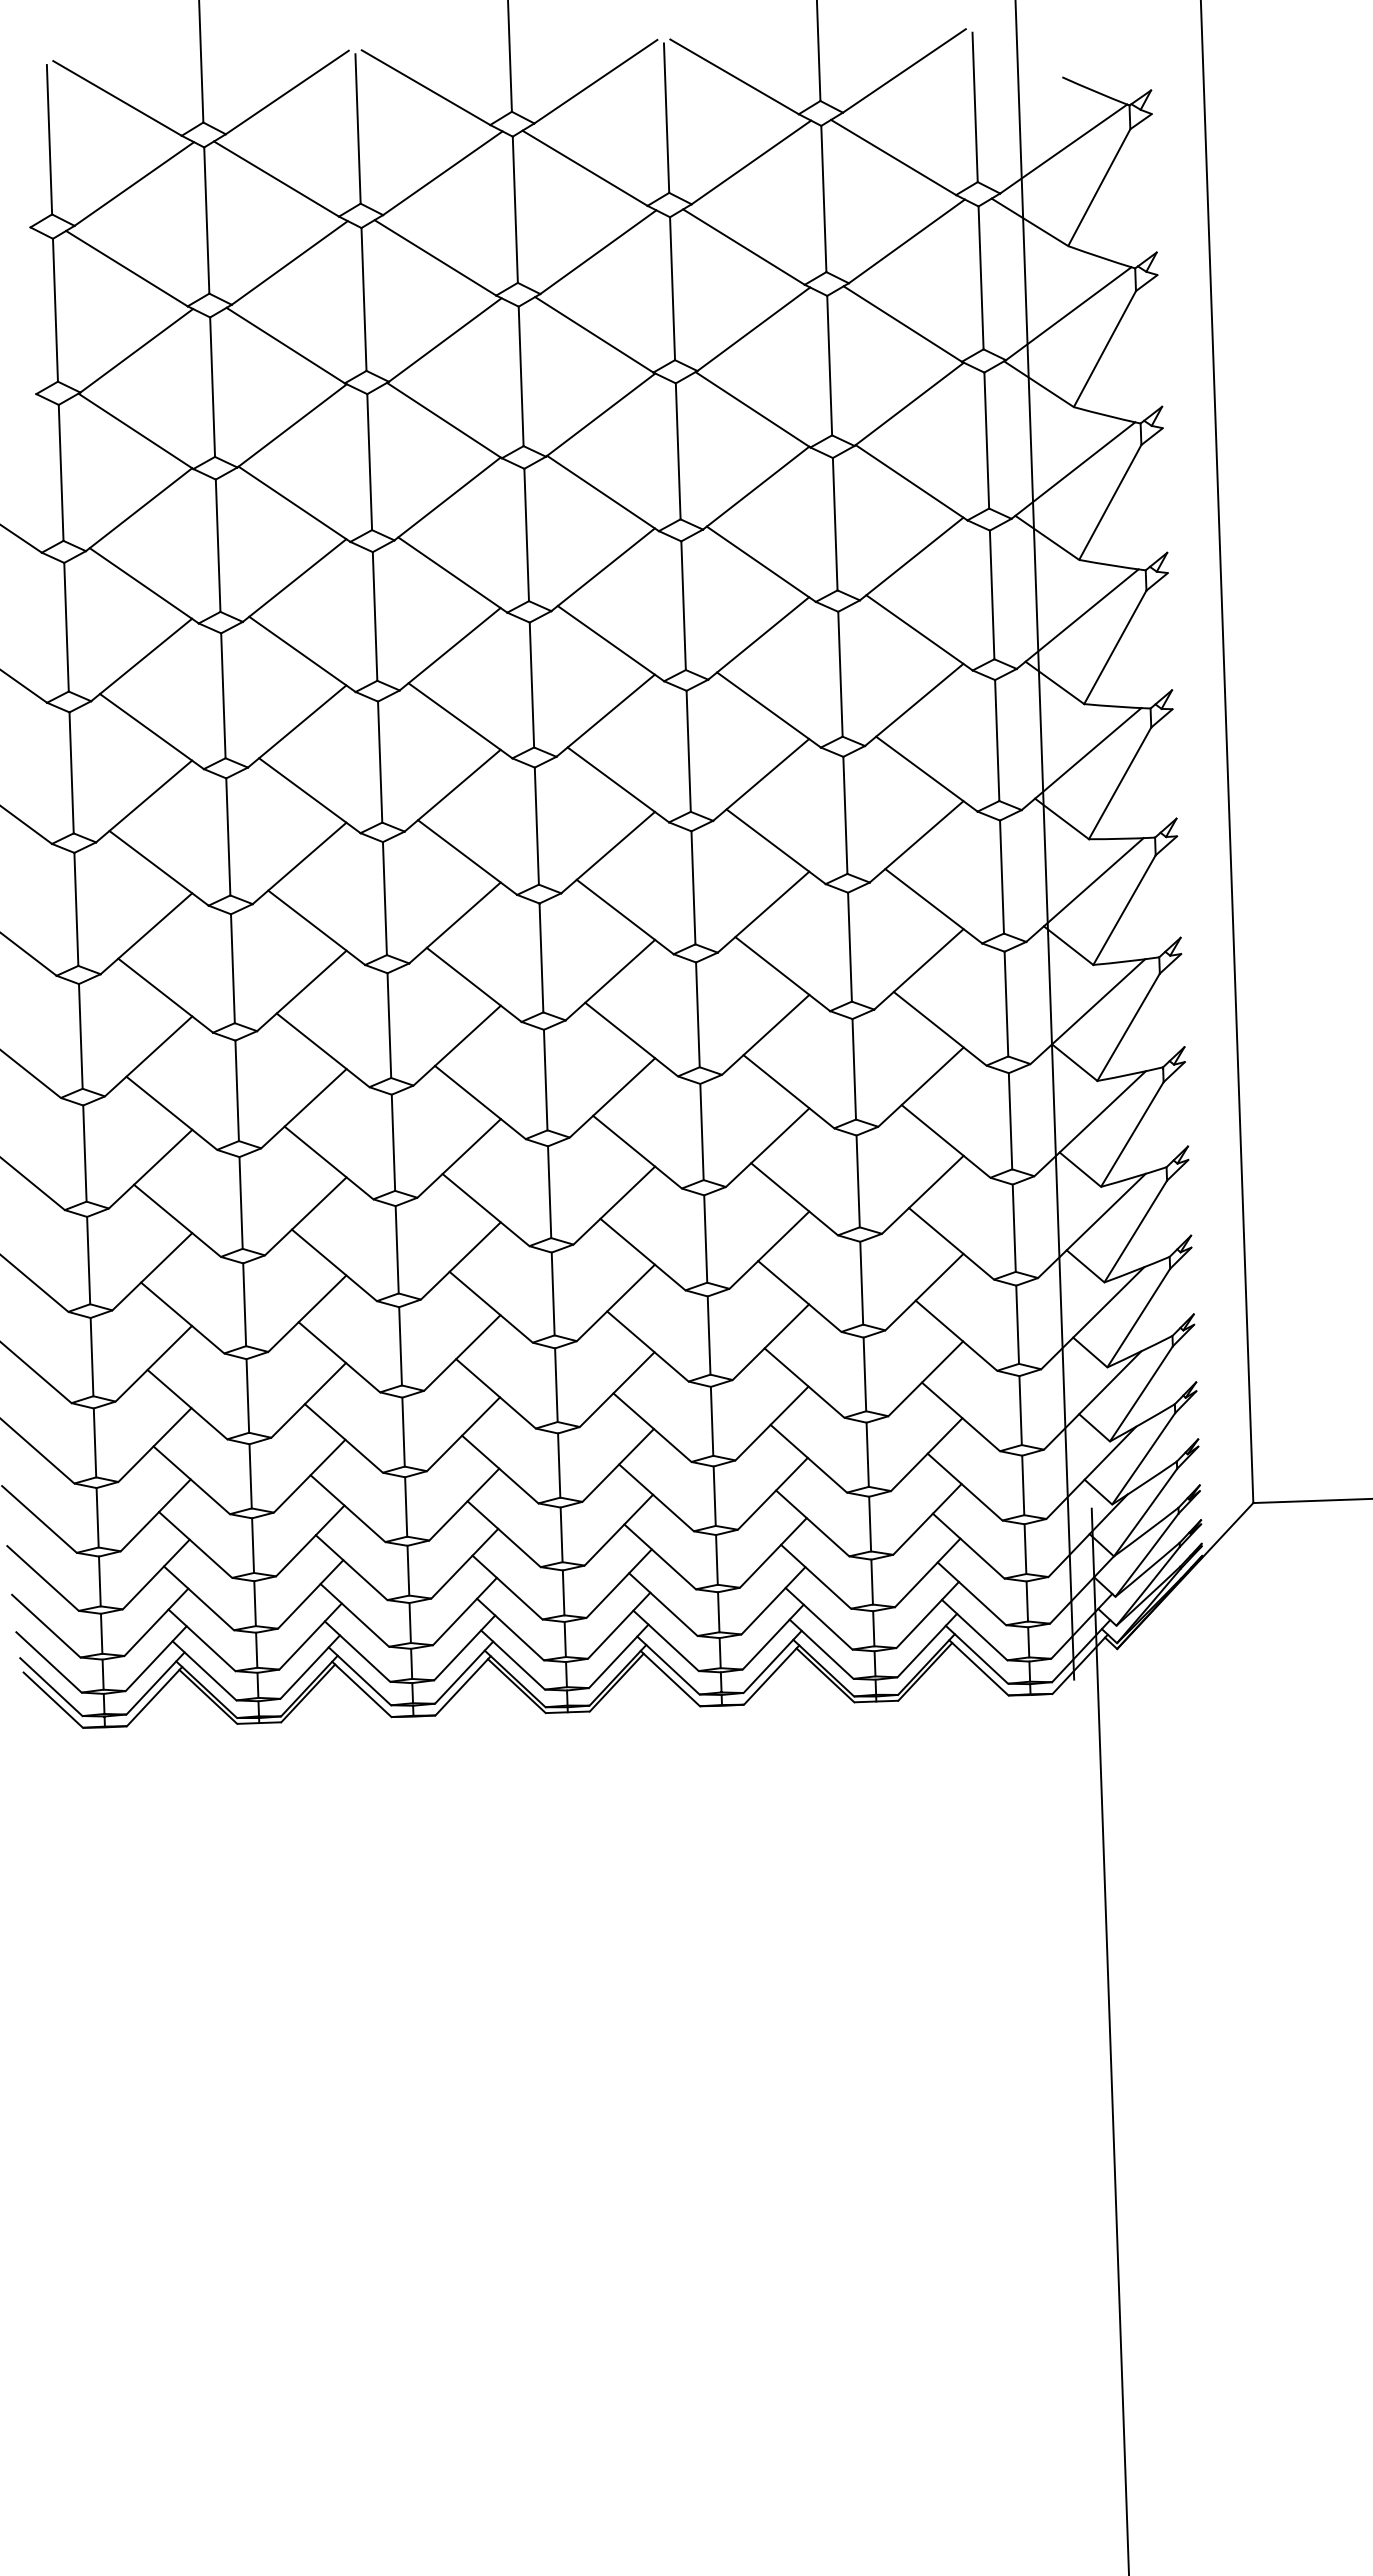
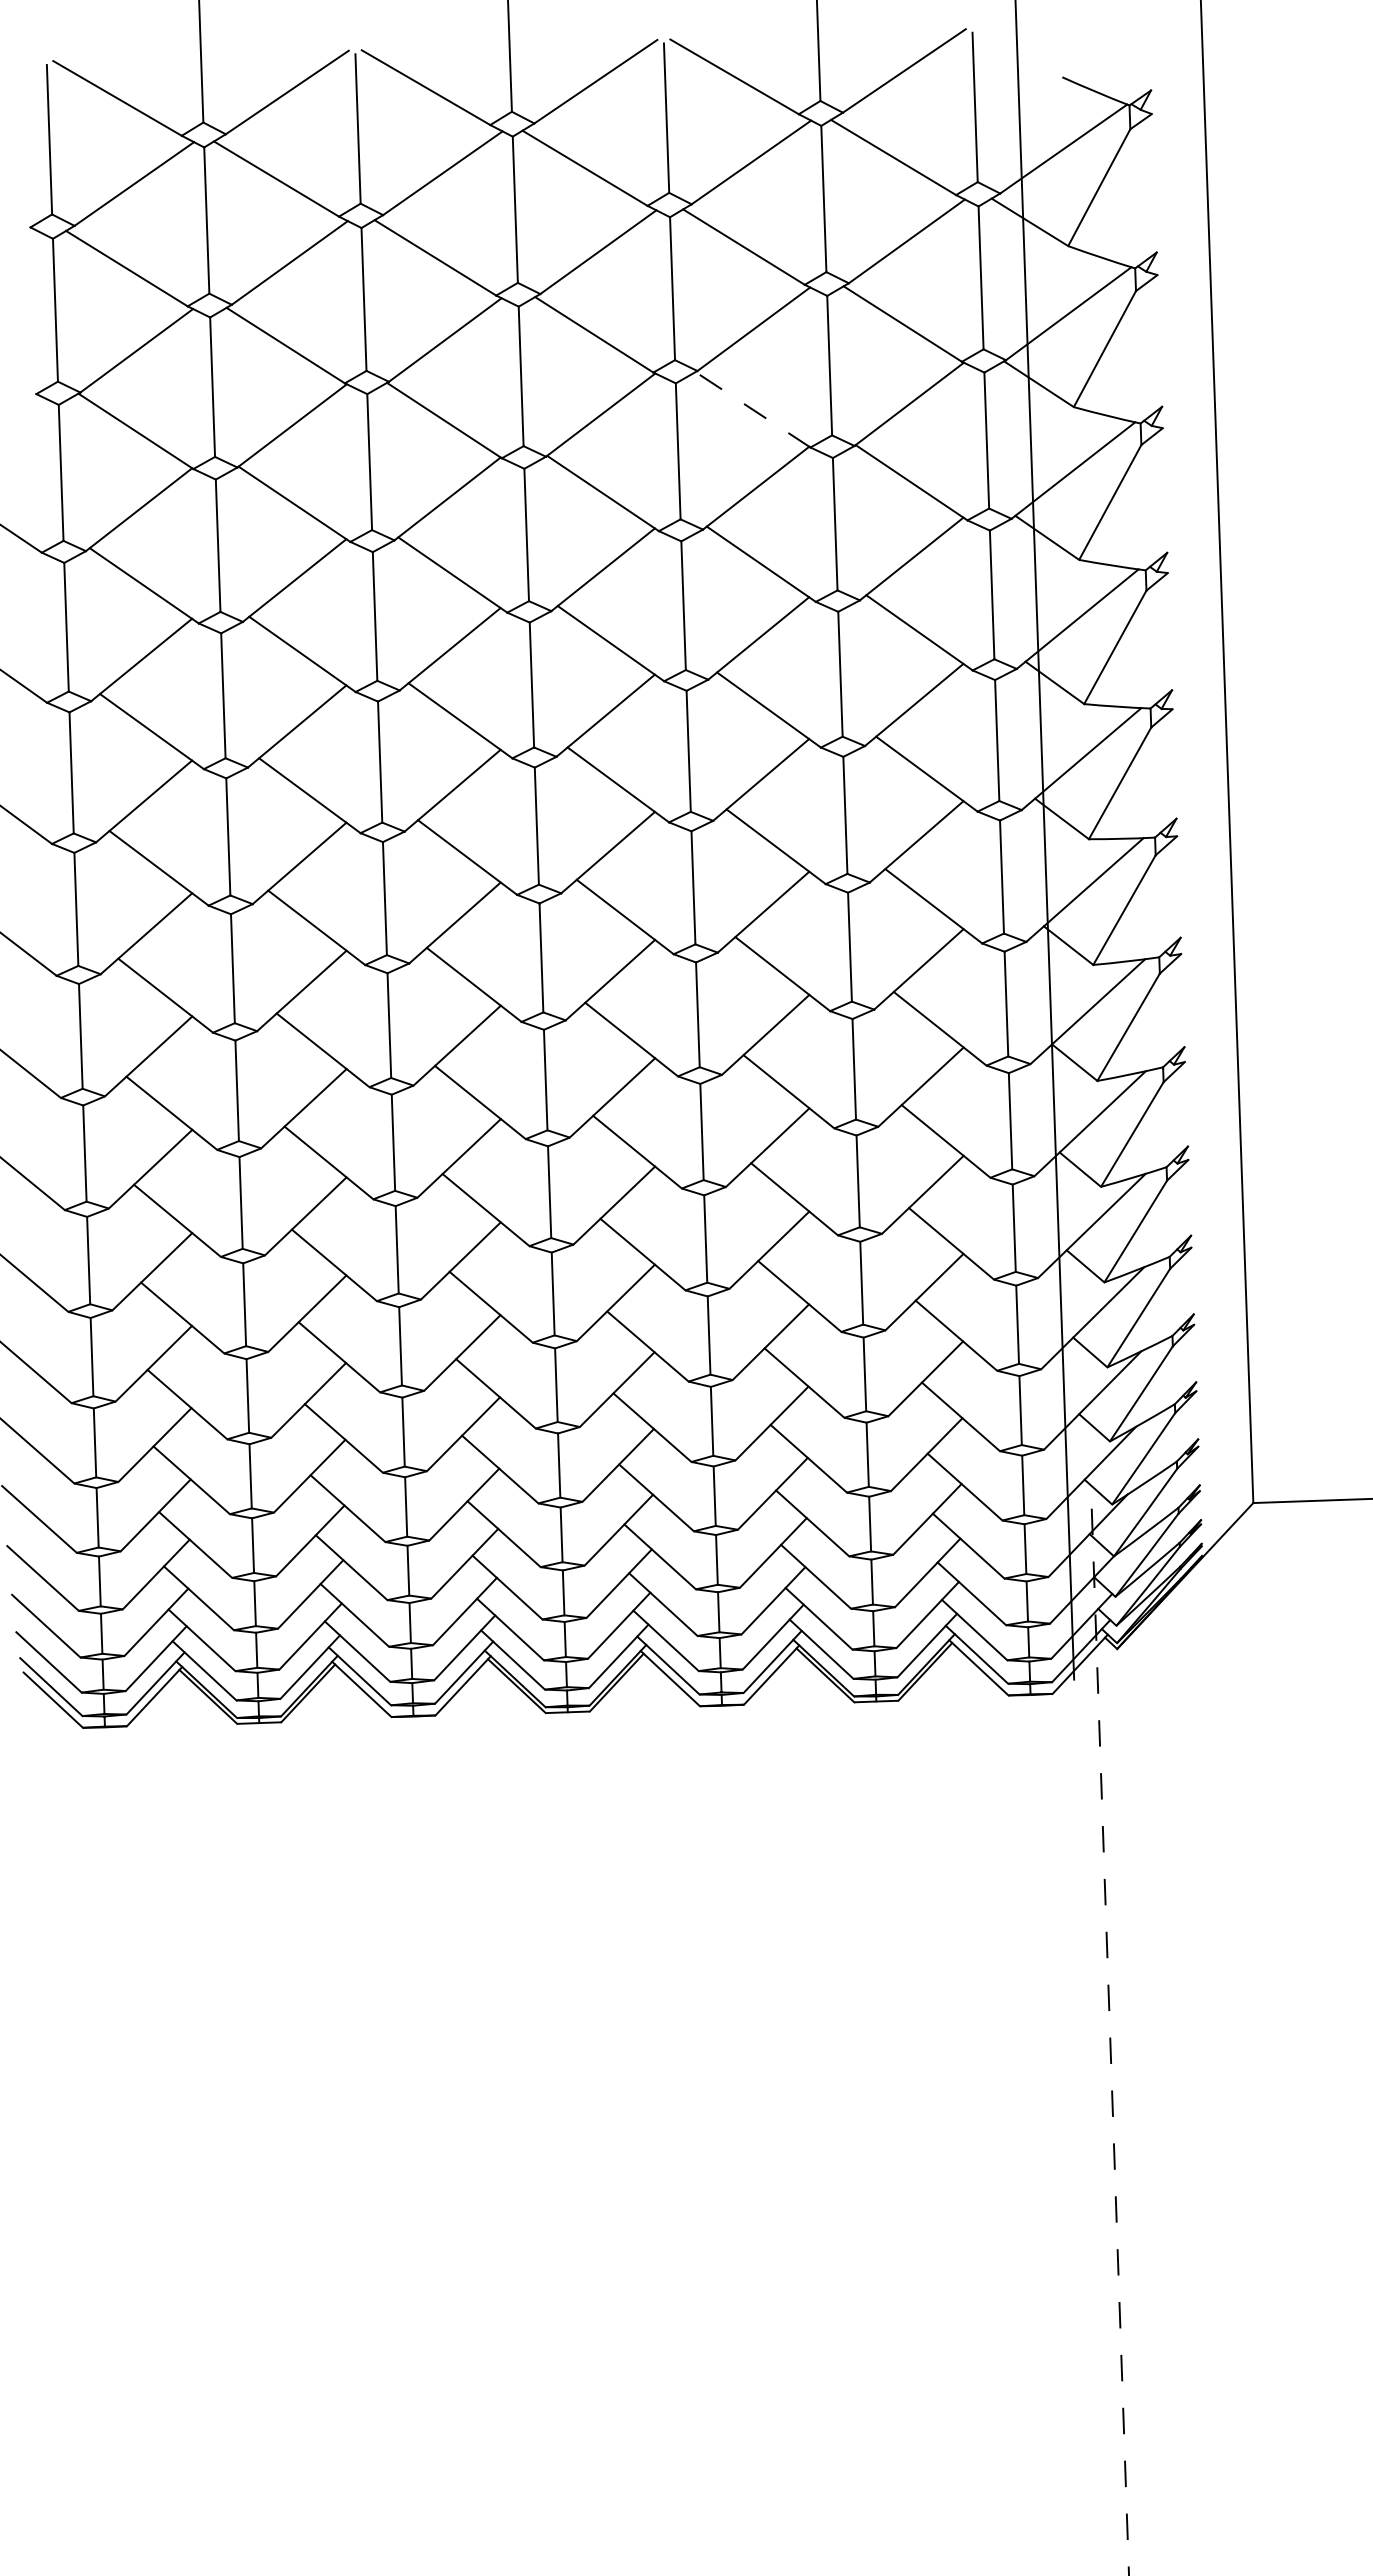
line at (753, 409): solid -> dashed
line at (1110, 2042): solid -> dashed
